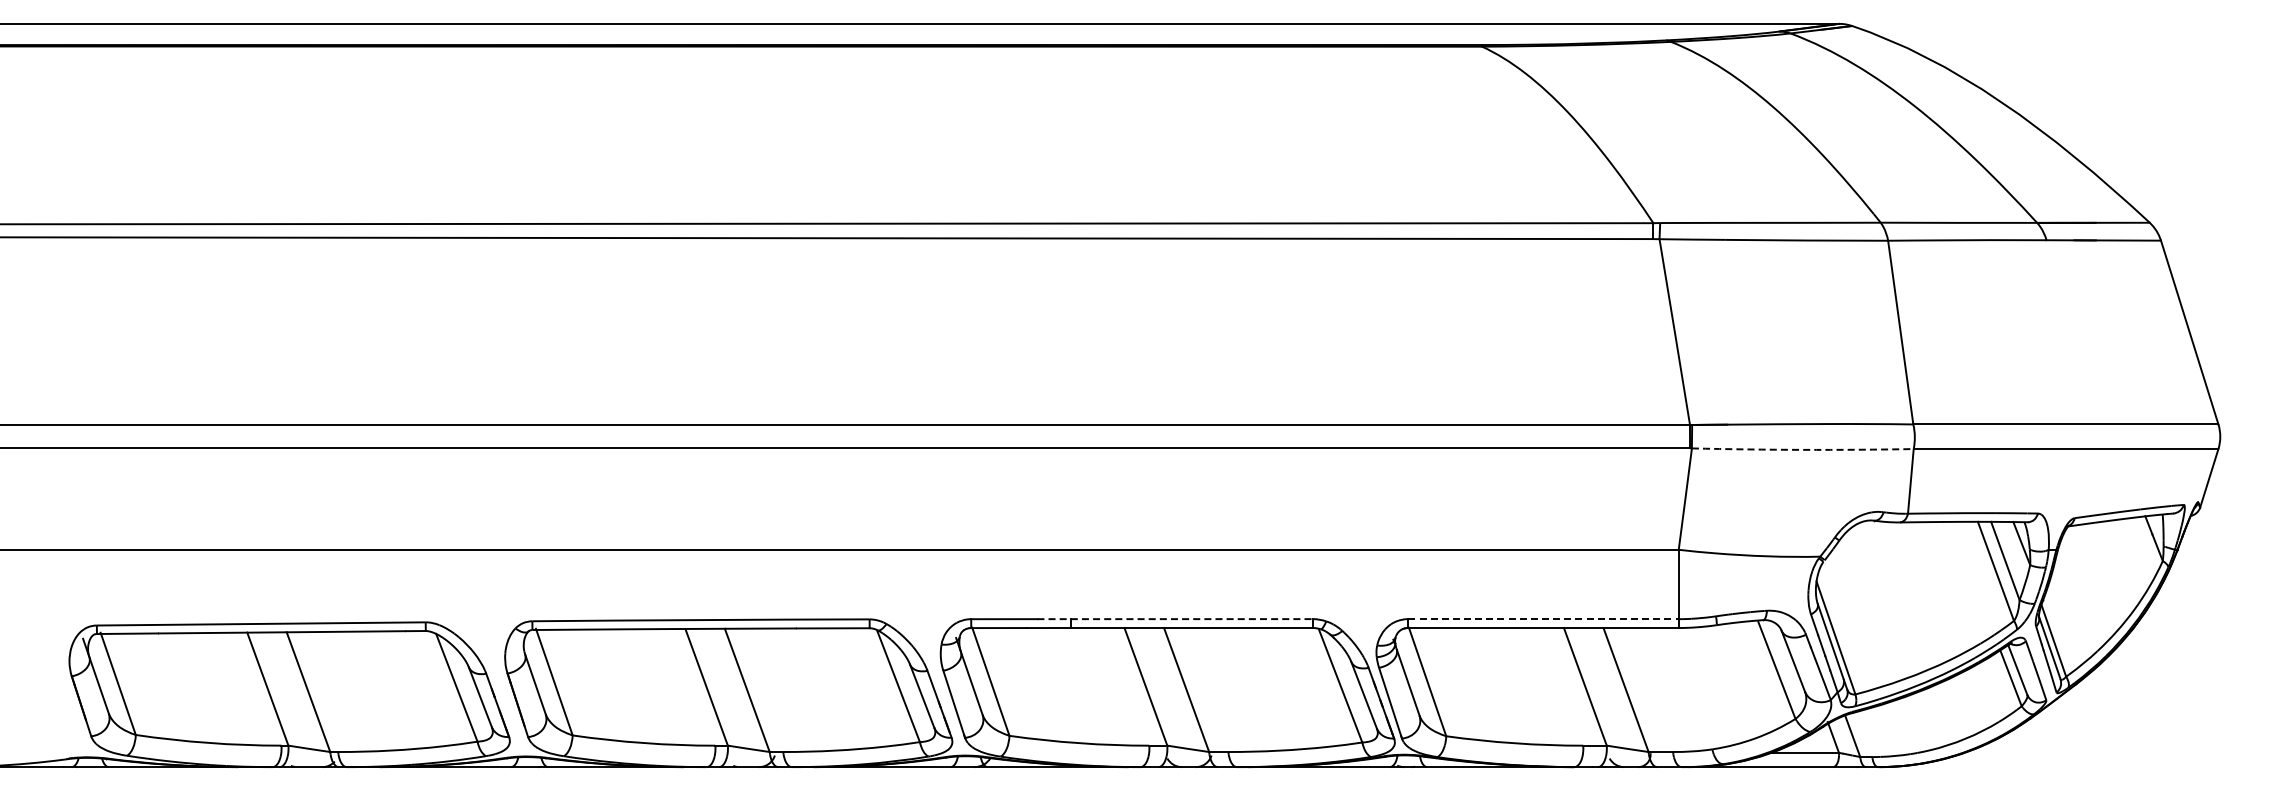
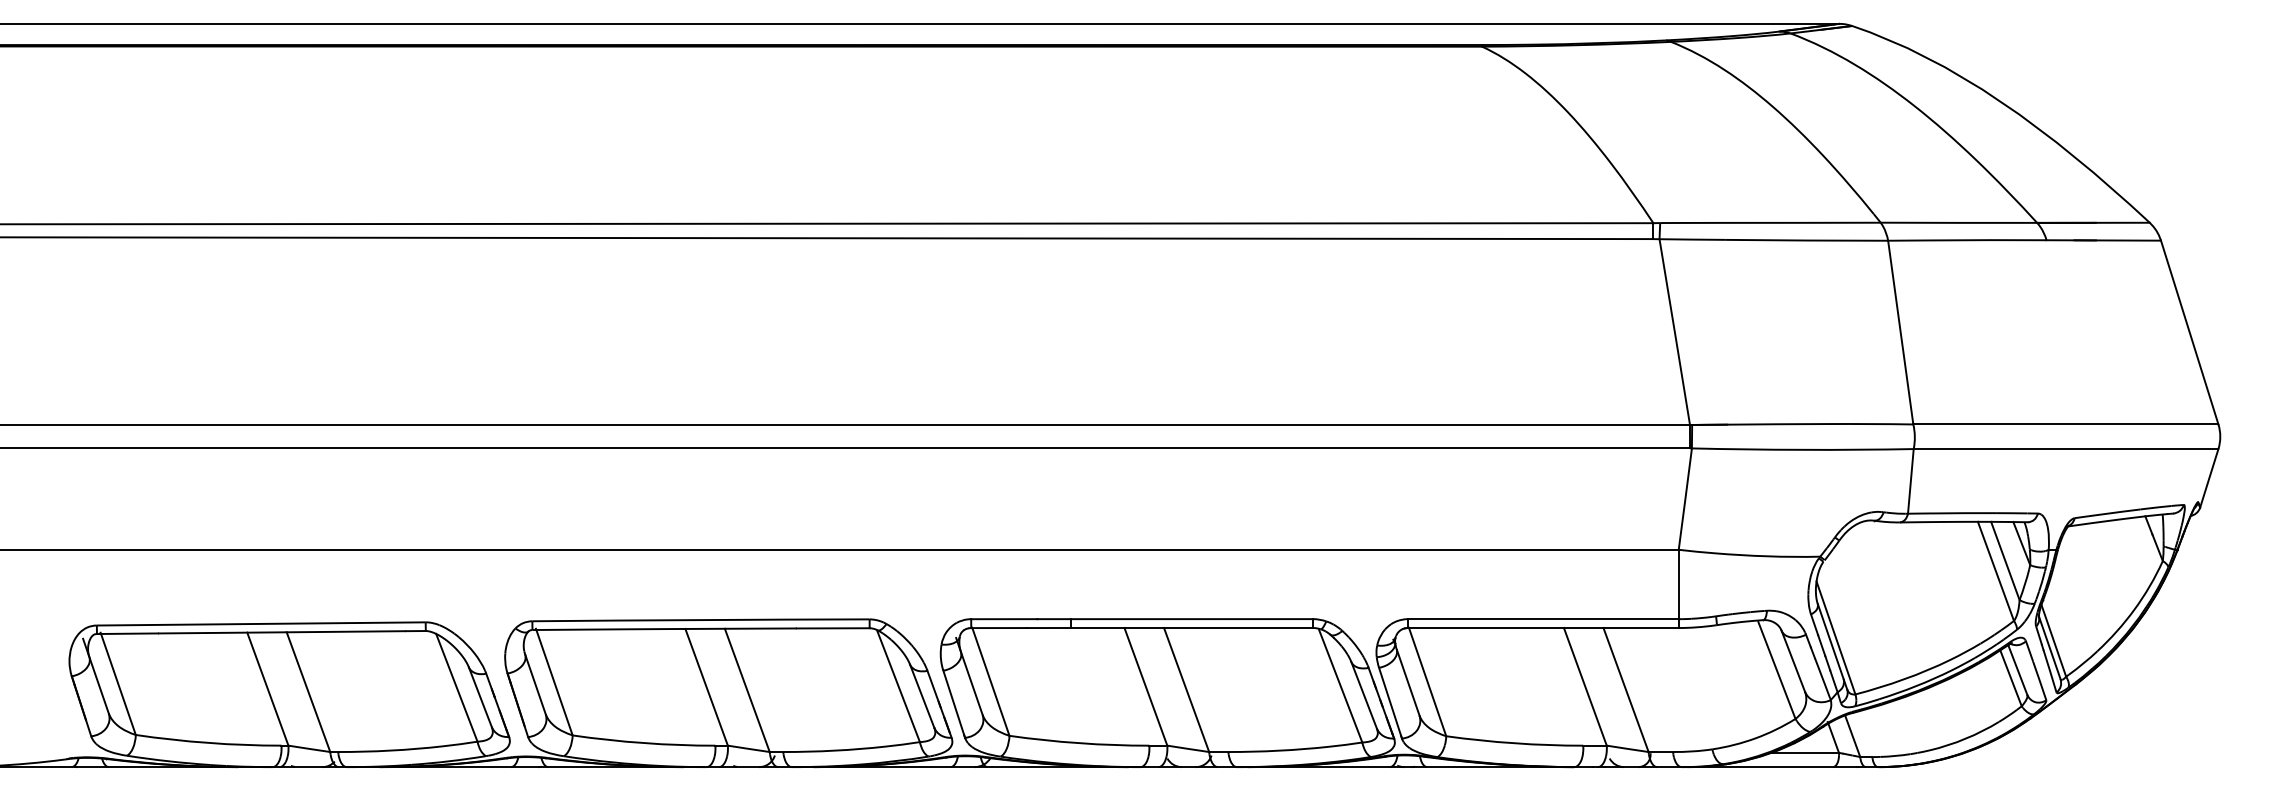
arc at (1802, 449): dashed -> solid
line at (1175, 619): dashed -> solid
line at (1544, 619): dashed -> solid
